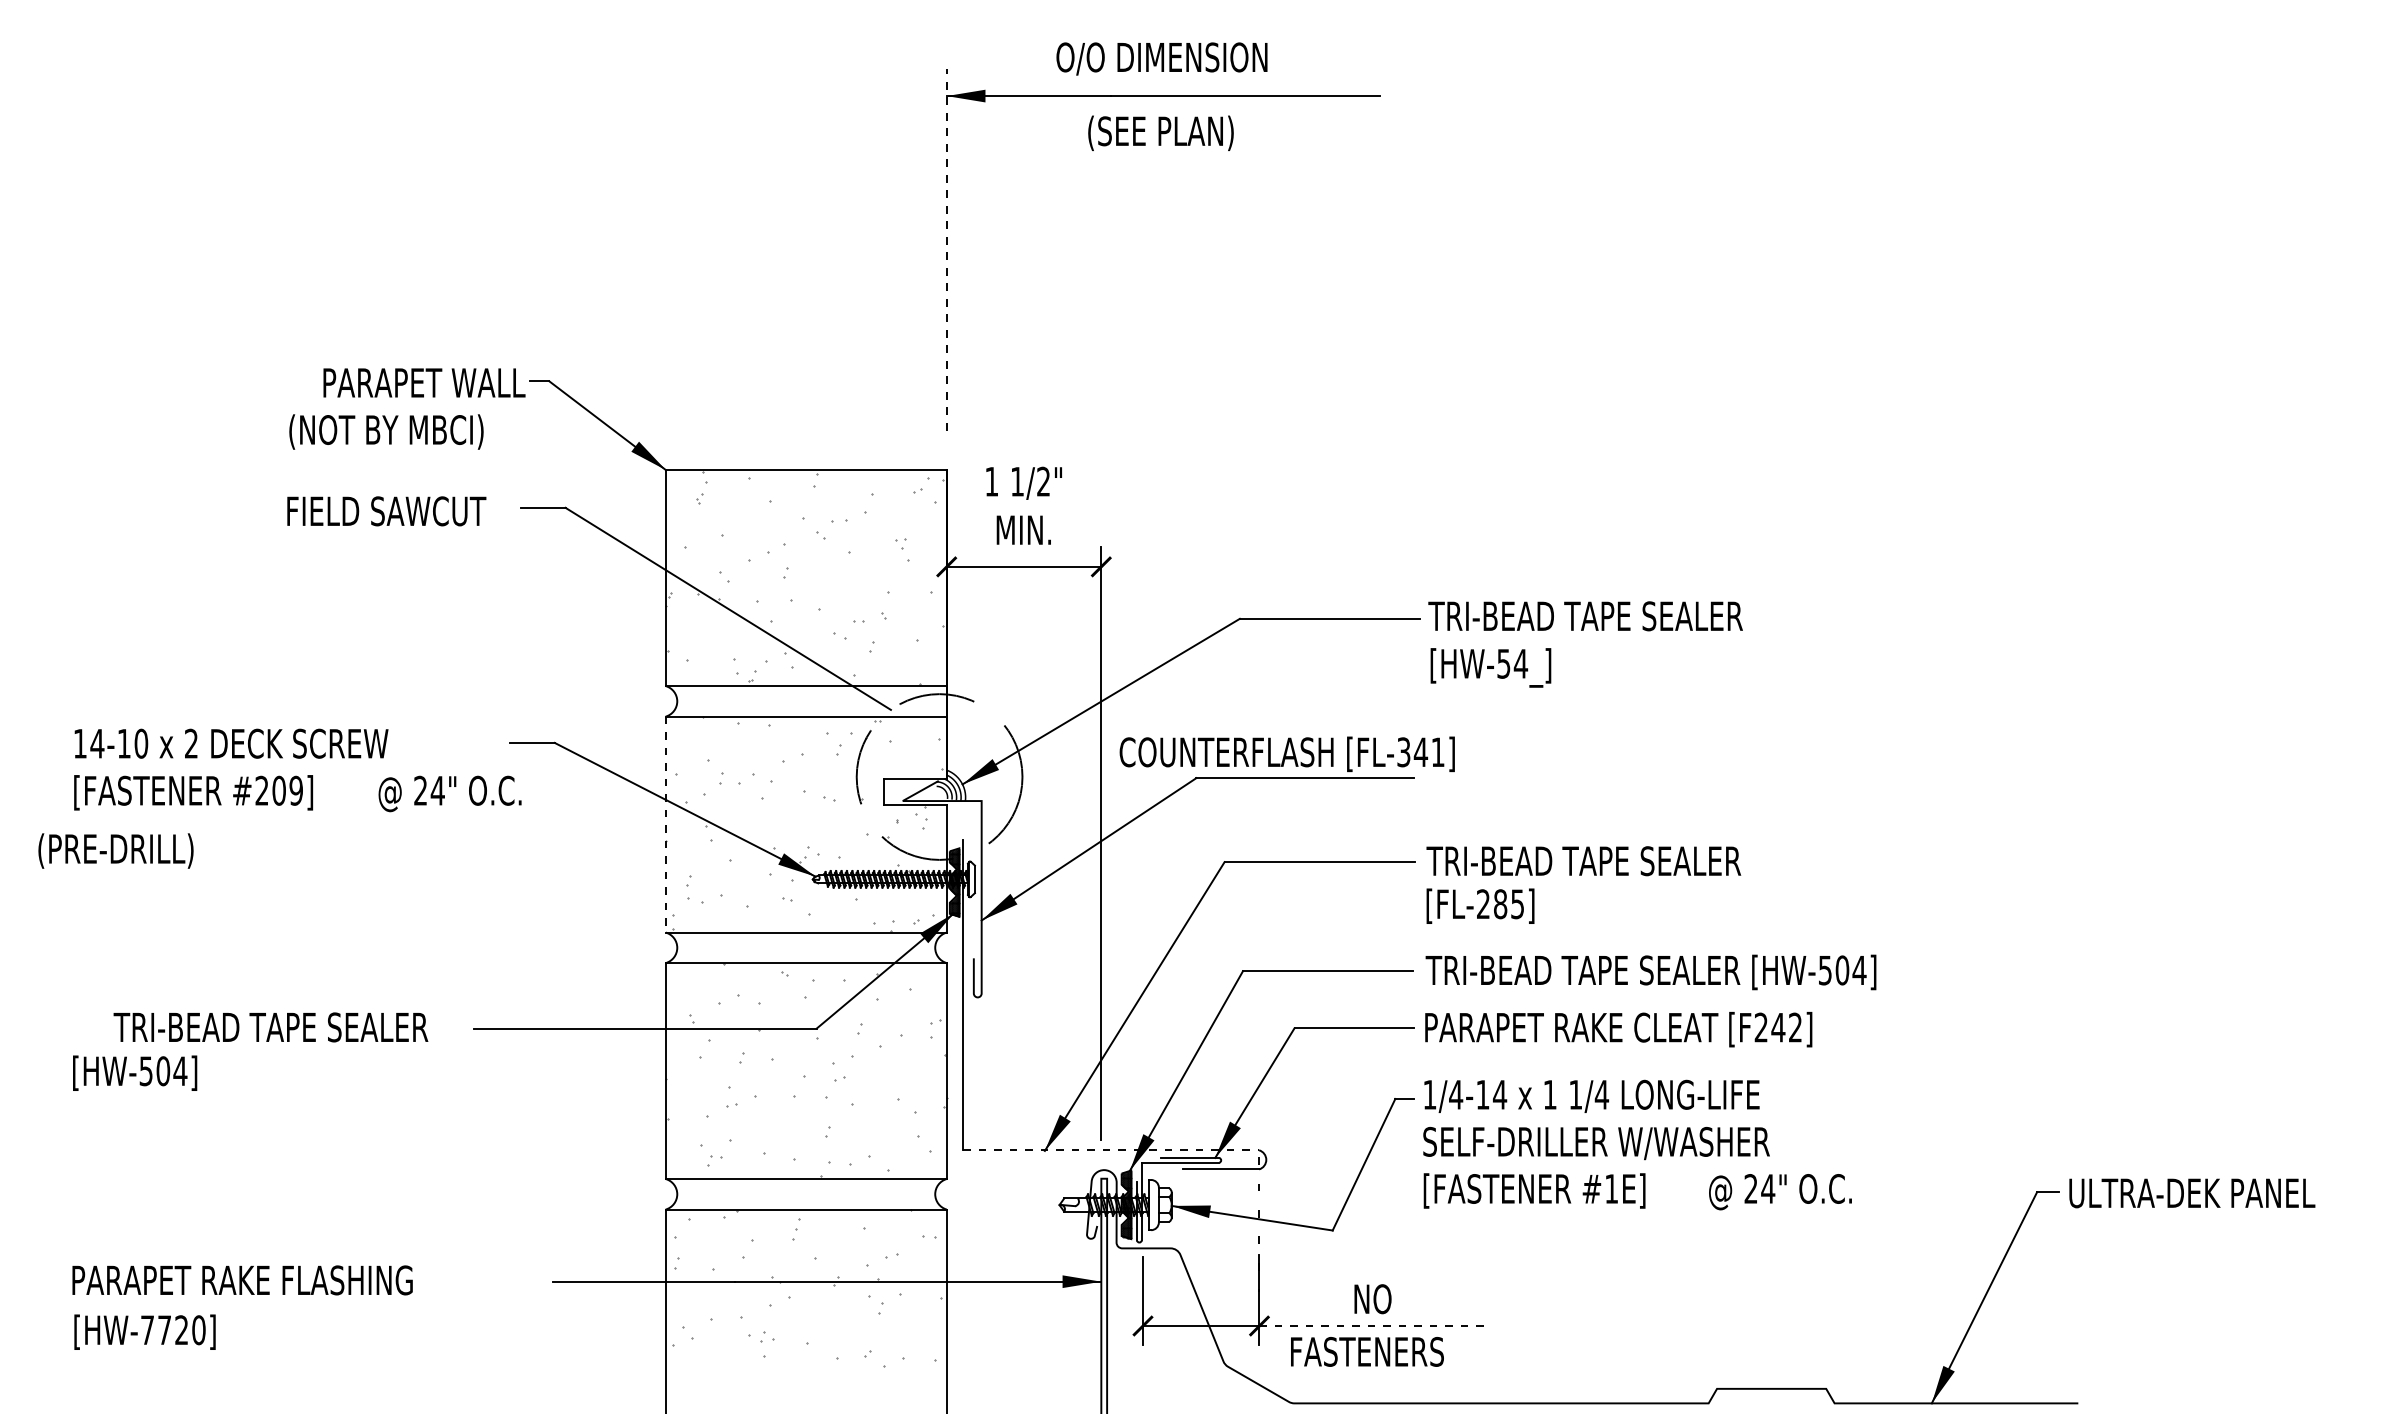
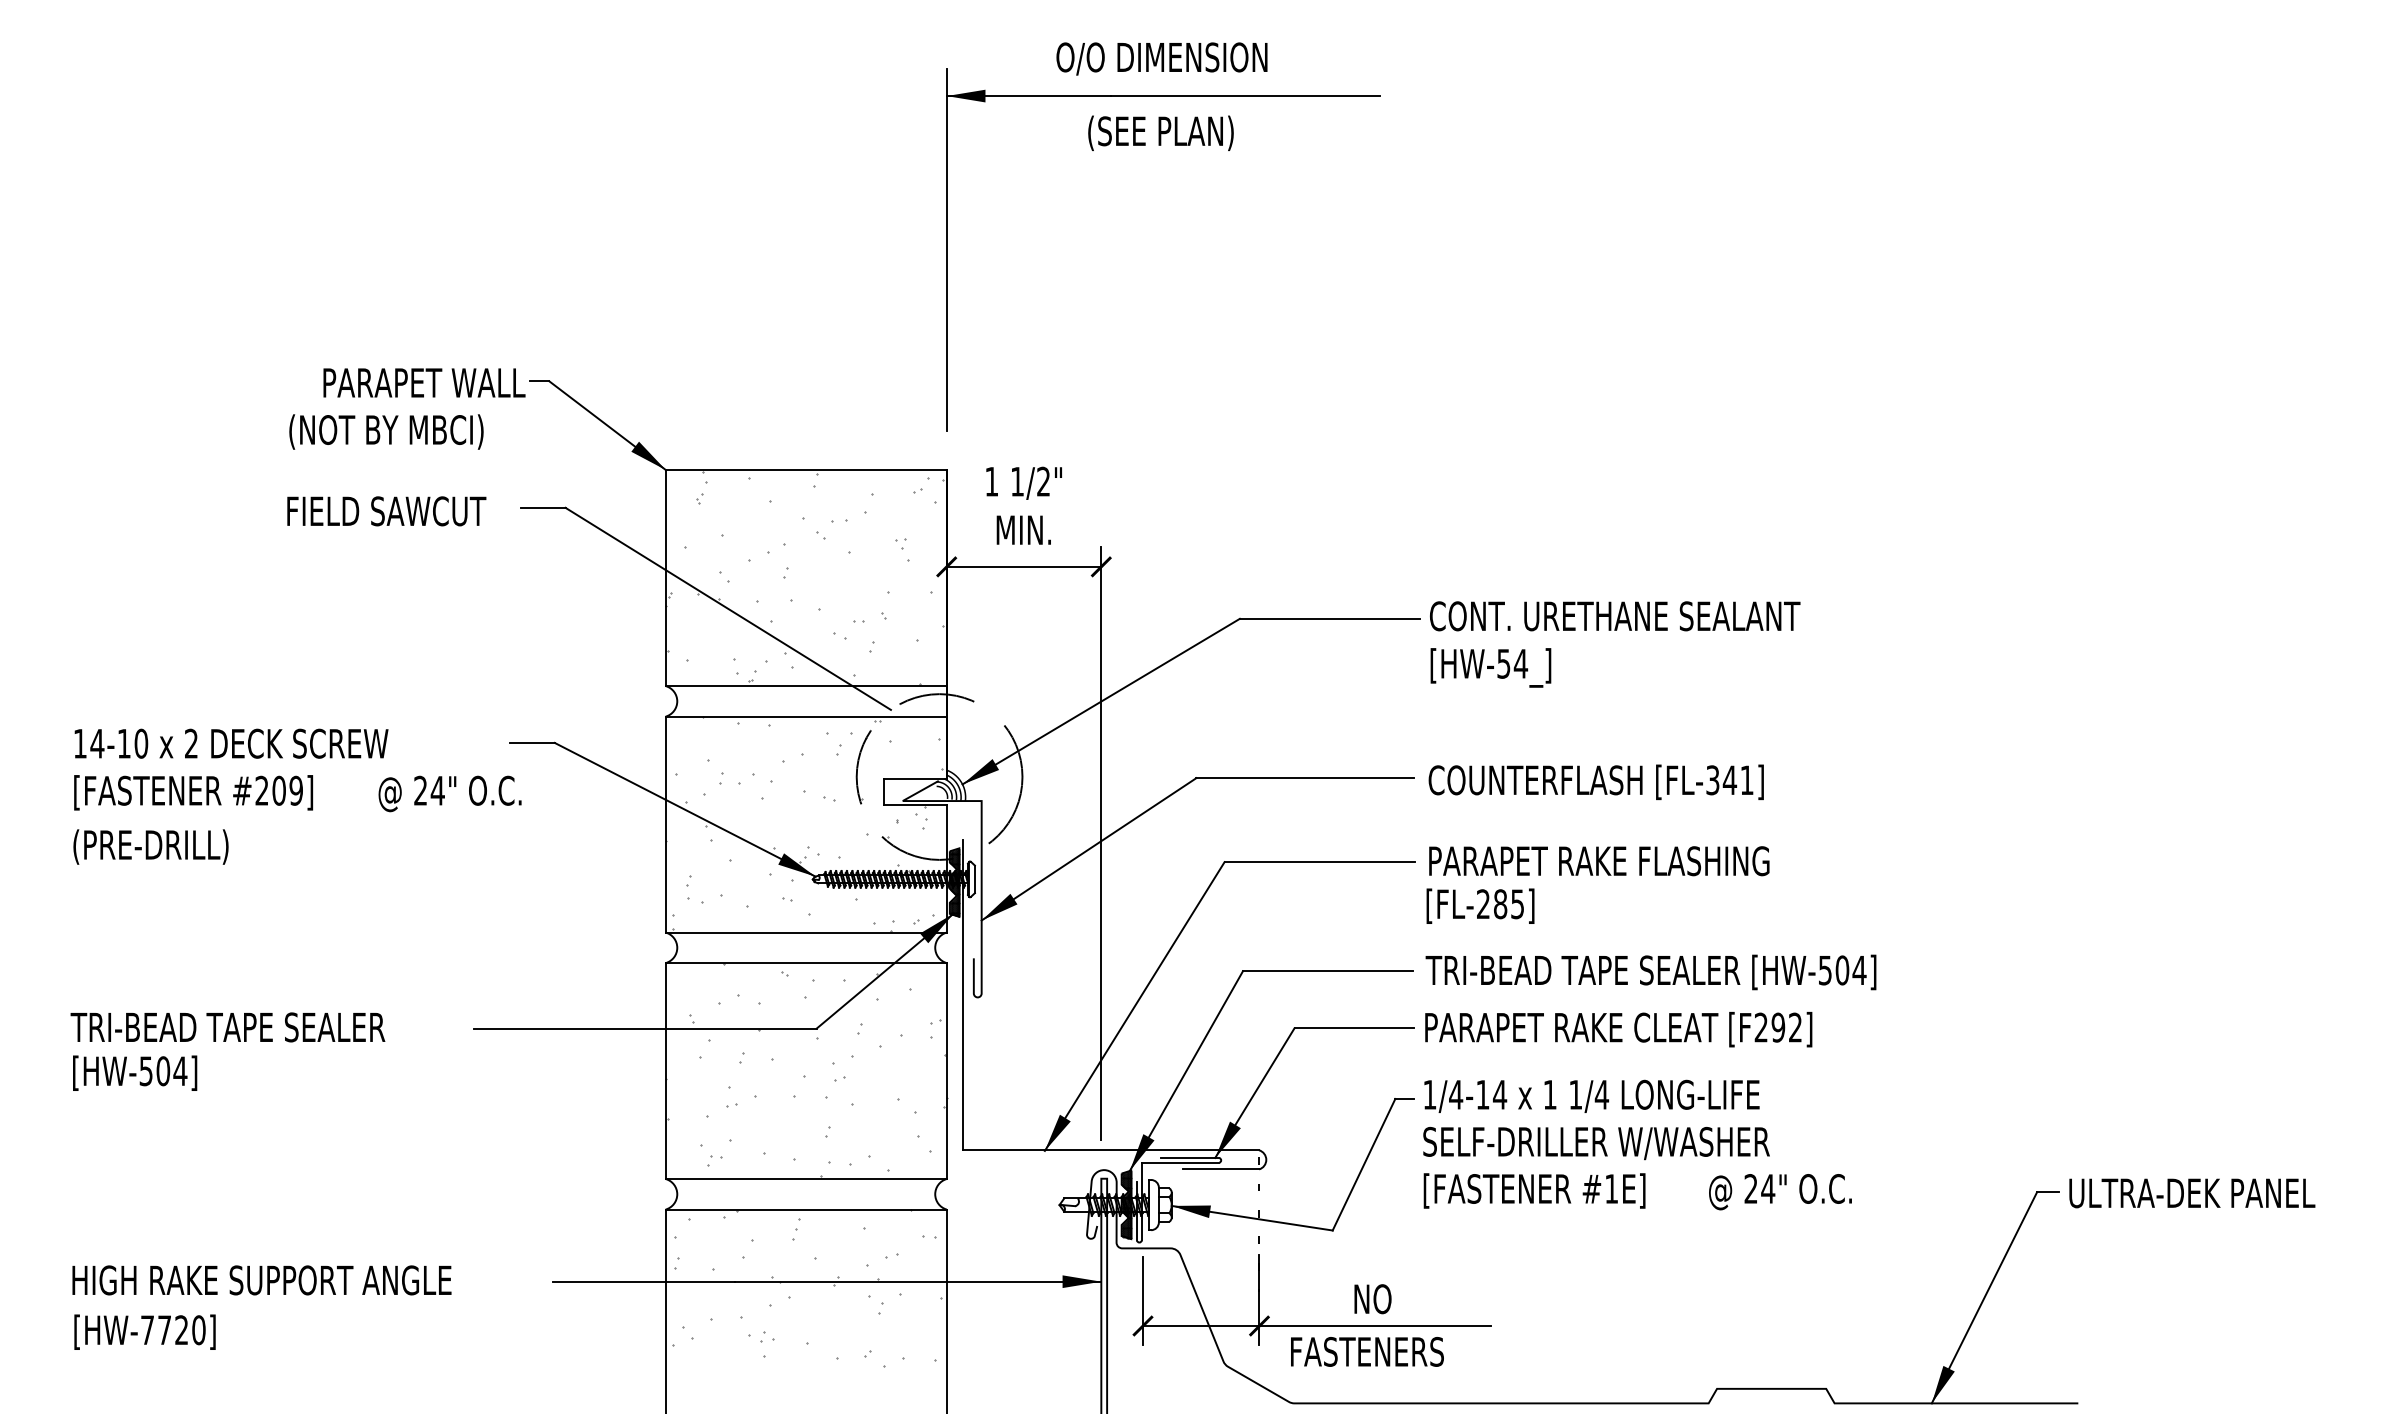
line at (946, 249): dashed -> solid
text at (1614, 616): TRI-BEAD TAPE SEALER -> CONT. URETHANE SEALANT
text at (1286, 753) position: (1286, 753) -> (1595, 781)
line at (665, 824): dashed -> solid
text at (115, 850) position: (115, 850) -> (150, 846)
text at (1597, 861): TRI-BEAD TAPE SEALER -> PARAPET RAKE FLASHING
text at (270, 1027) position: (270, 1027) -> (227, 1027)
text at (1778, 1027): [F242] -> [F292]
line at (1111, 1150): dashed -> solid
text at (263, 1280): PARAPET RAKE FLASHING -> HIGH RAKE SUPPORT ANGLE
line at (1374, 1326): dashed -> solid
